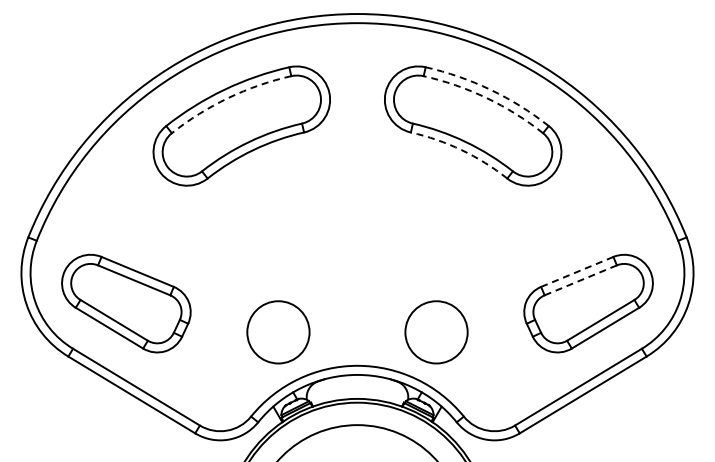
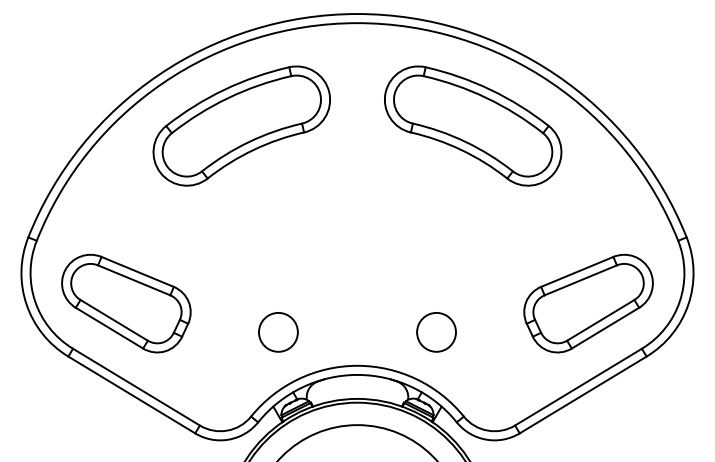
arc at (490, 89): dashed -> solid
arc at (228, 98): dashed -> solid
arc at (486, 98): dashed -> solid
arc at (461, 150): dashed -> solid
line at (577, 271): dashed -> solid
line at (580, 280): dashed -> solid
circle at (278, 332) diameter: 62 px -> 39 px
circle at (436, 332) diameter: 62 px -> 39 px
